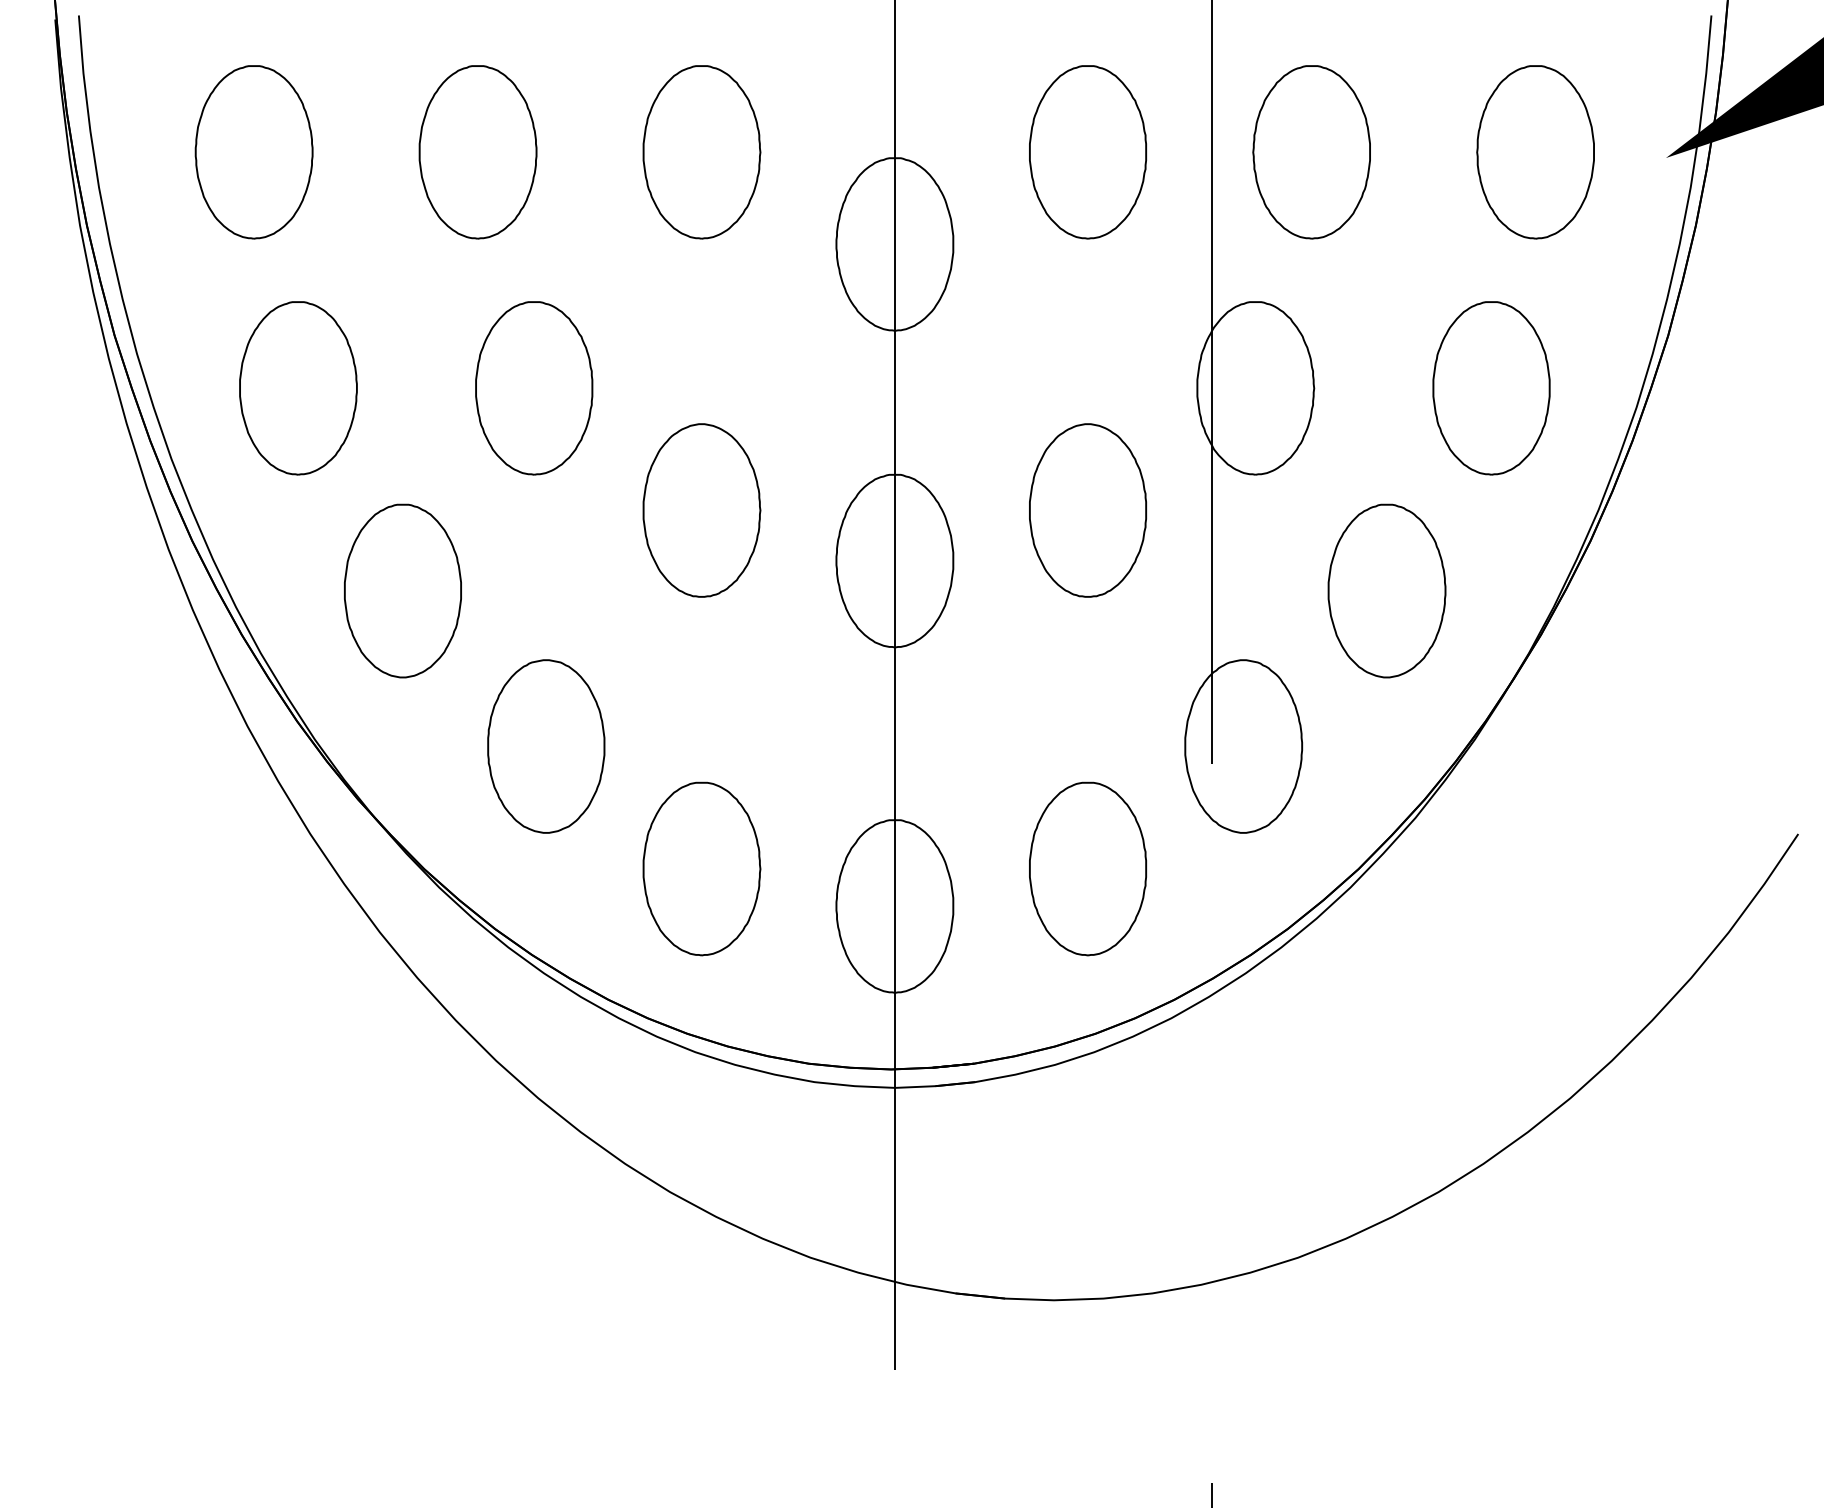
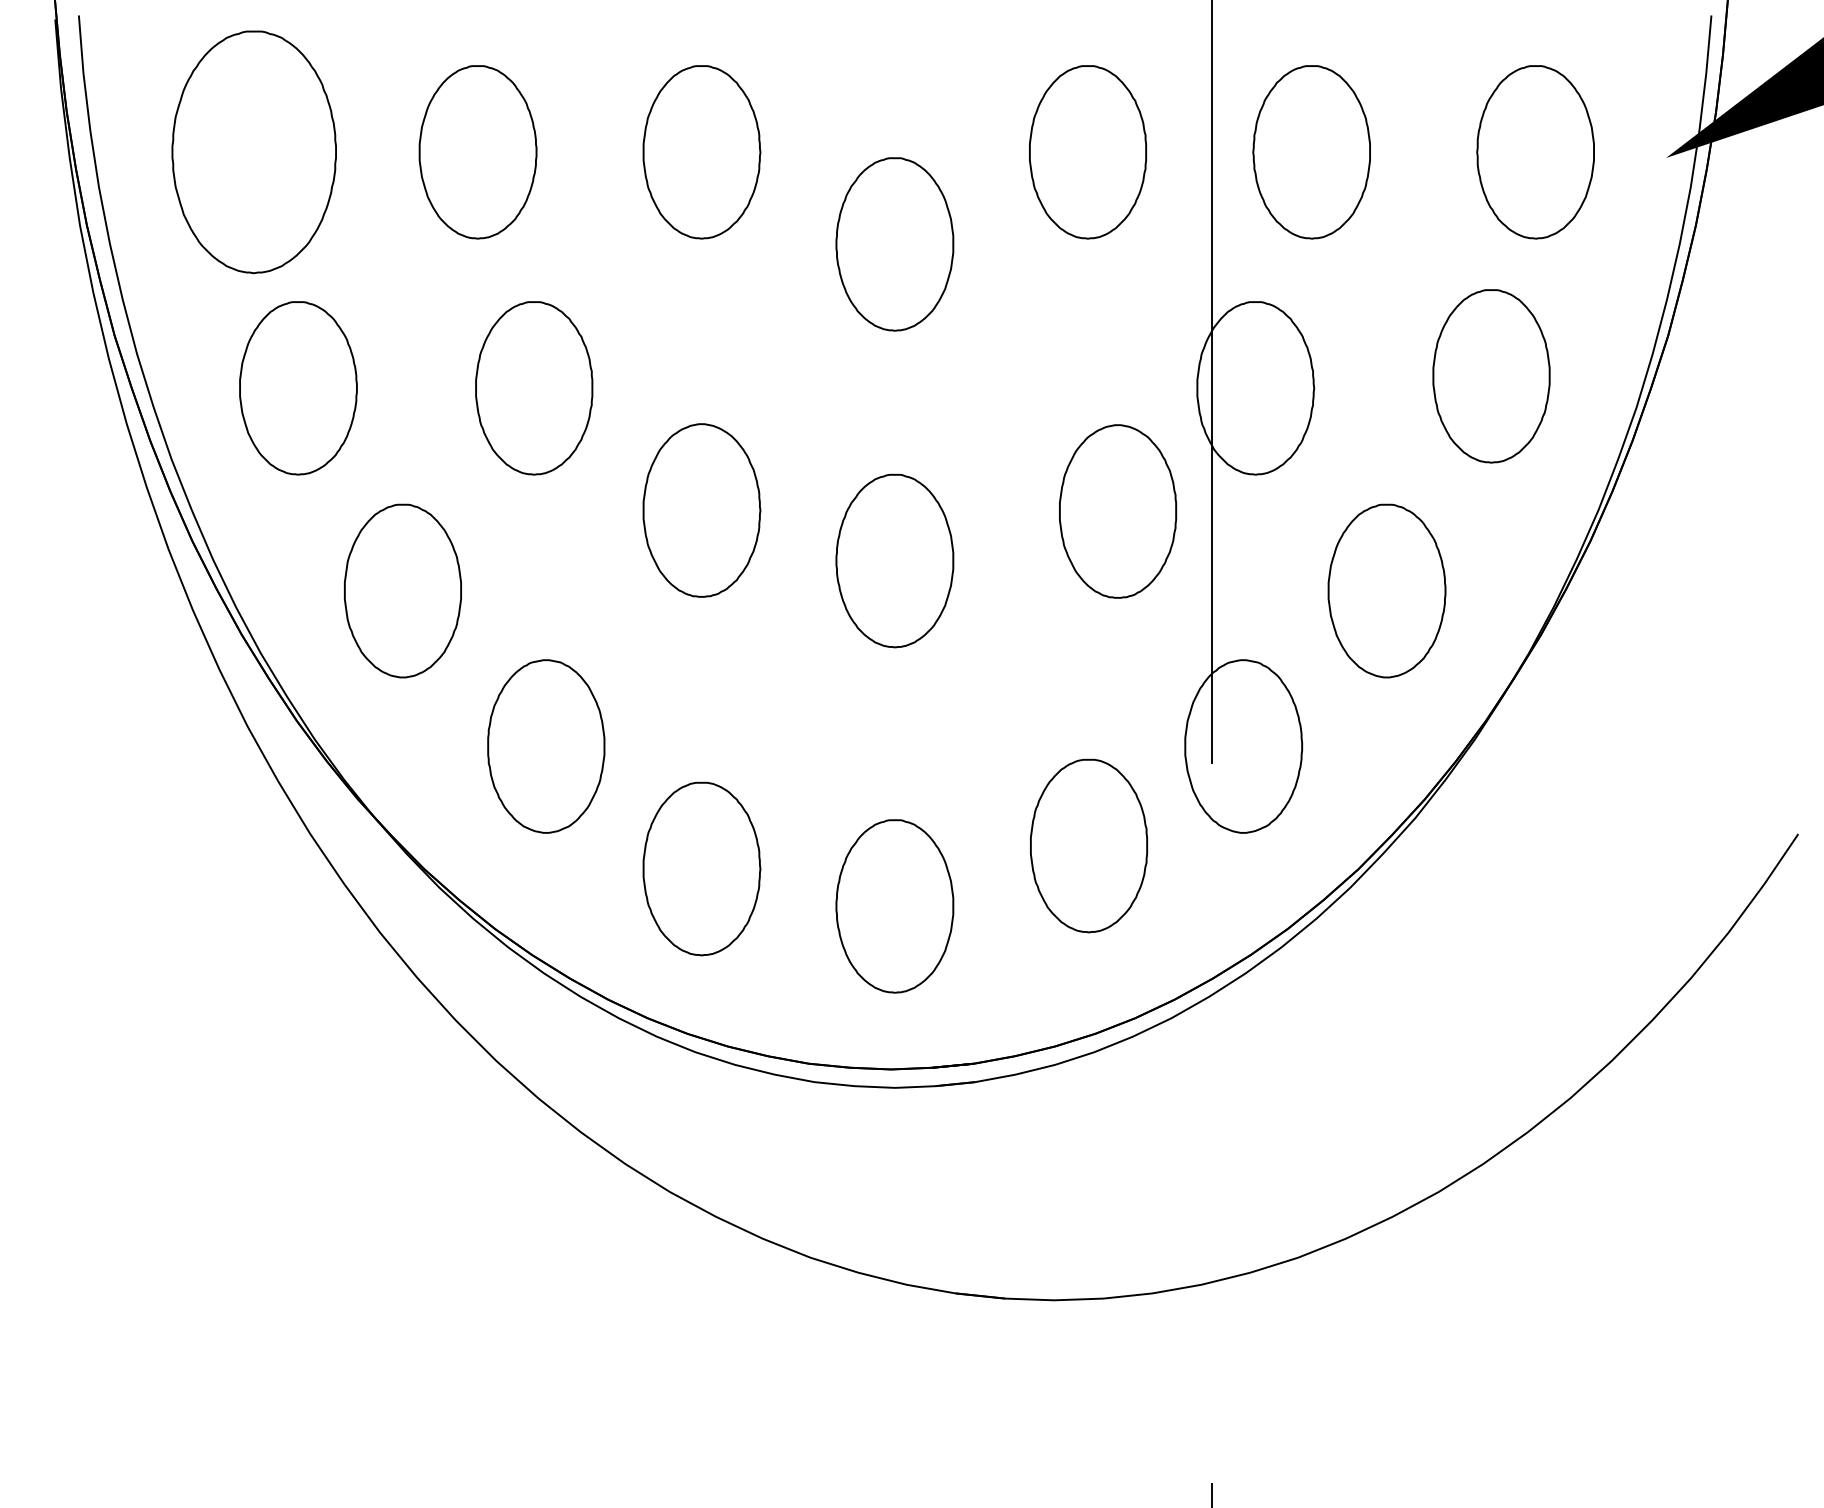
part at (253, 152) size: 120x175 px -> 166x245 px
part at (1491, 388) position: (1491, 388) -> (1491, 376)
part at (1088, 510) position: (1088, 510) -> (1118, 511)
line at (894, 685): present -> none
part at (1088, 868) position: (1088, 868) -> (1089, 845)
